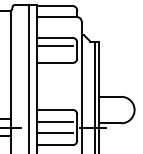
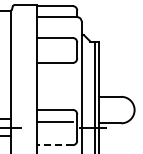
line at (54, 45): present -> none
line at (28, 77): present -> none
line at (54, 132): present -> none
line at (55, 145): solid -> dashed
